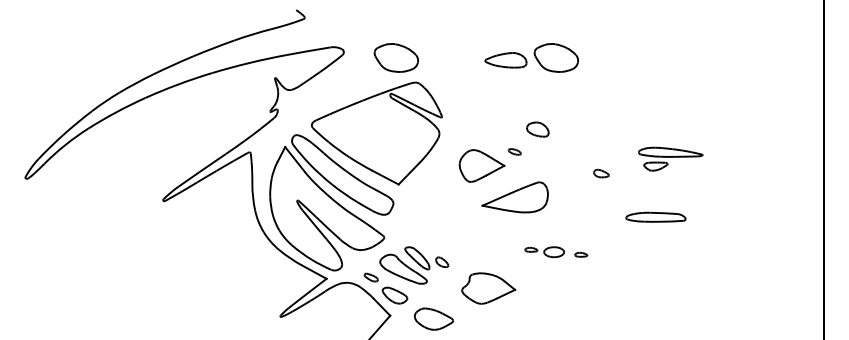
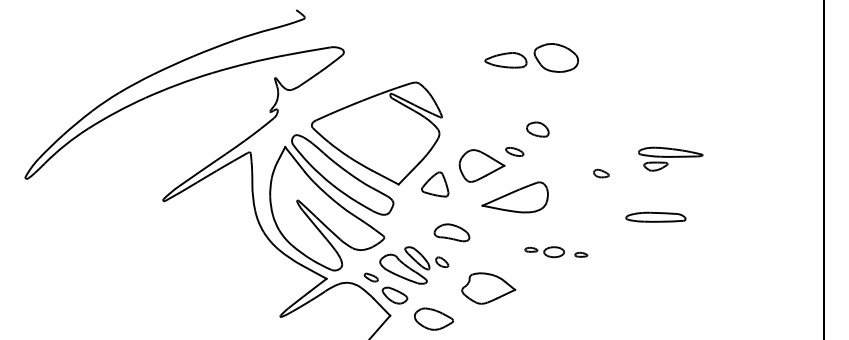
part at (395, 57): present -> none
part at (514, 151) size: 15x8 px -> 20x10 px
part at (435, 184): none -> present
part at (451, 232): none -> present
